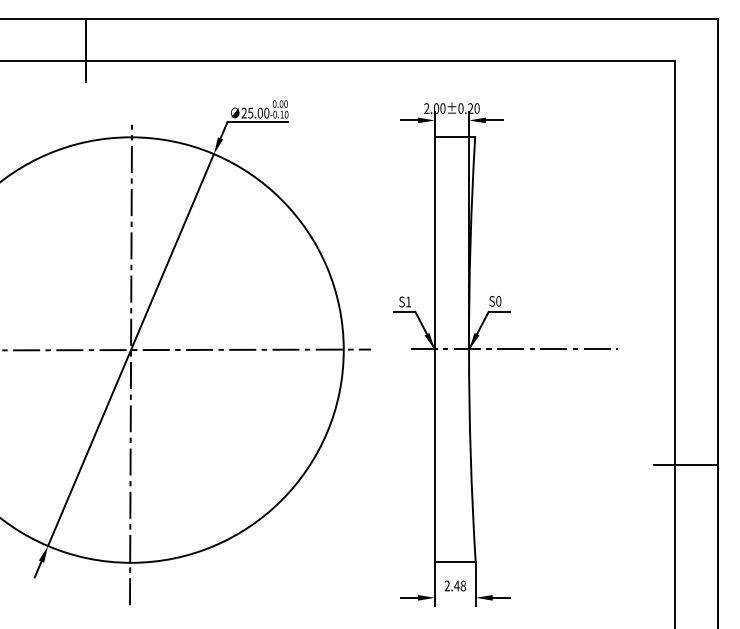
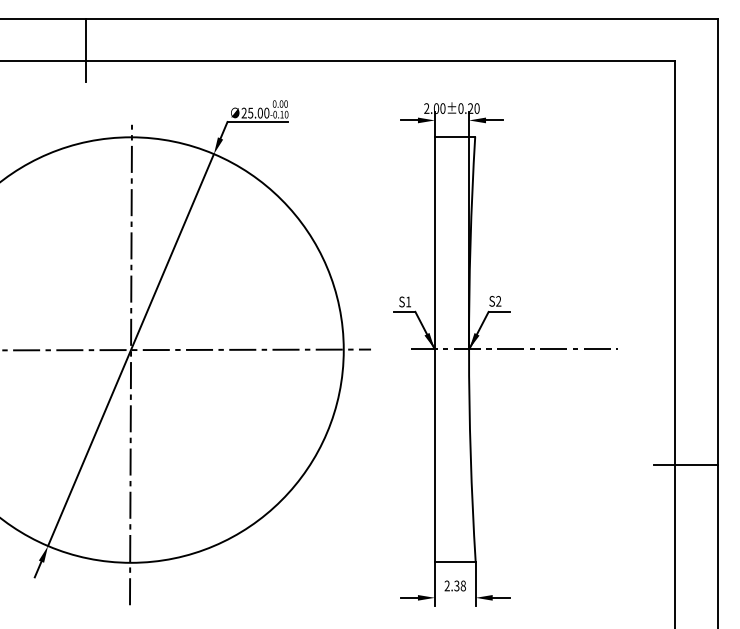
text at (498, 301): S0 -> S2
text at (456, 585): 2.48 -> 2.38
